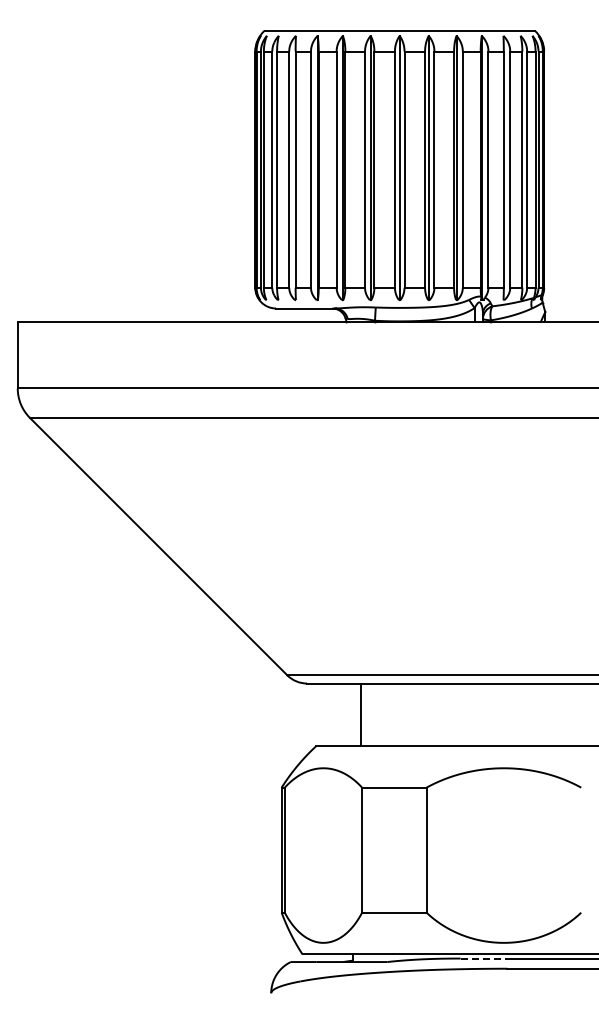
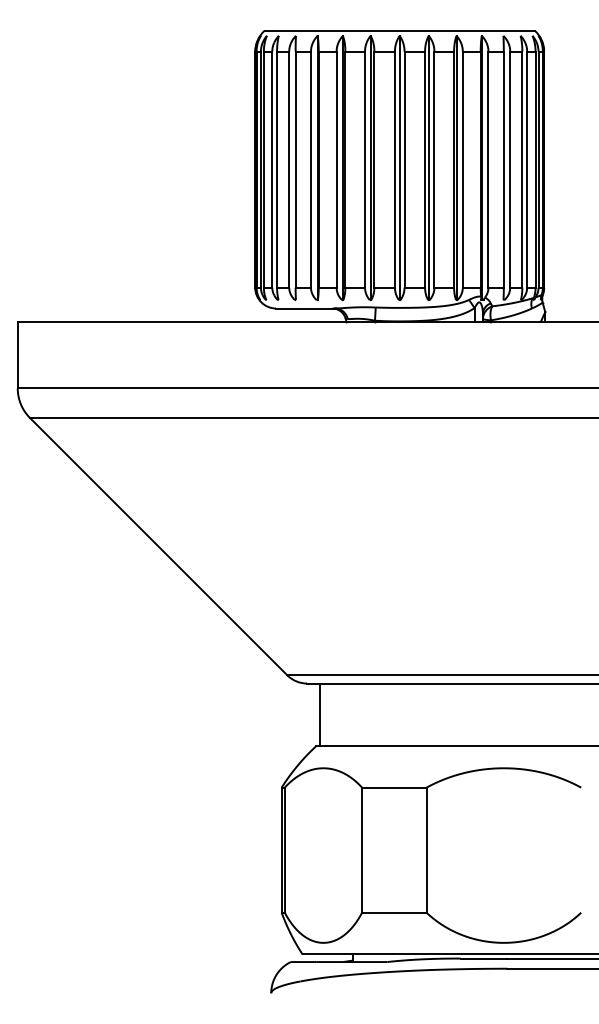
line at (361, 714) position: (361, 714) -> (320, 714)
line at (484, 958): dashed -> solid
